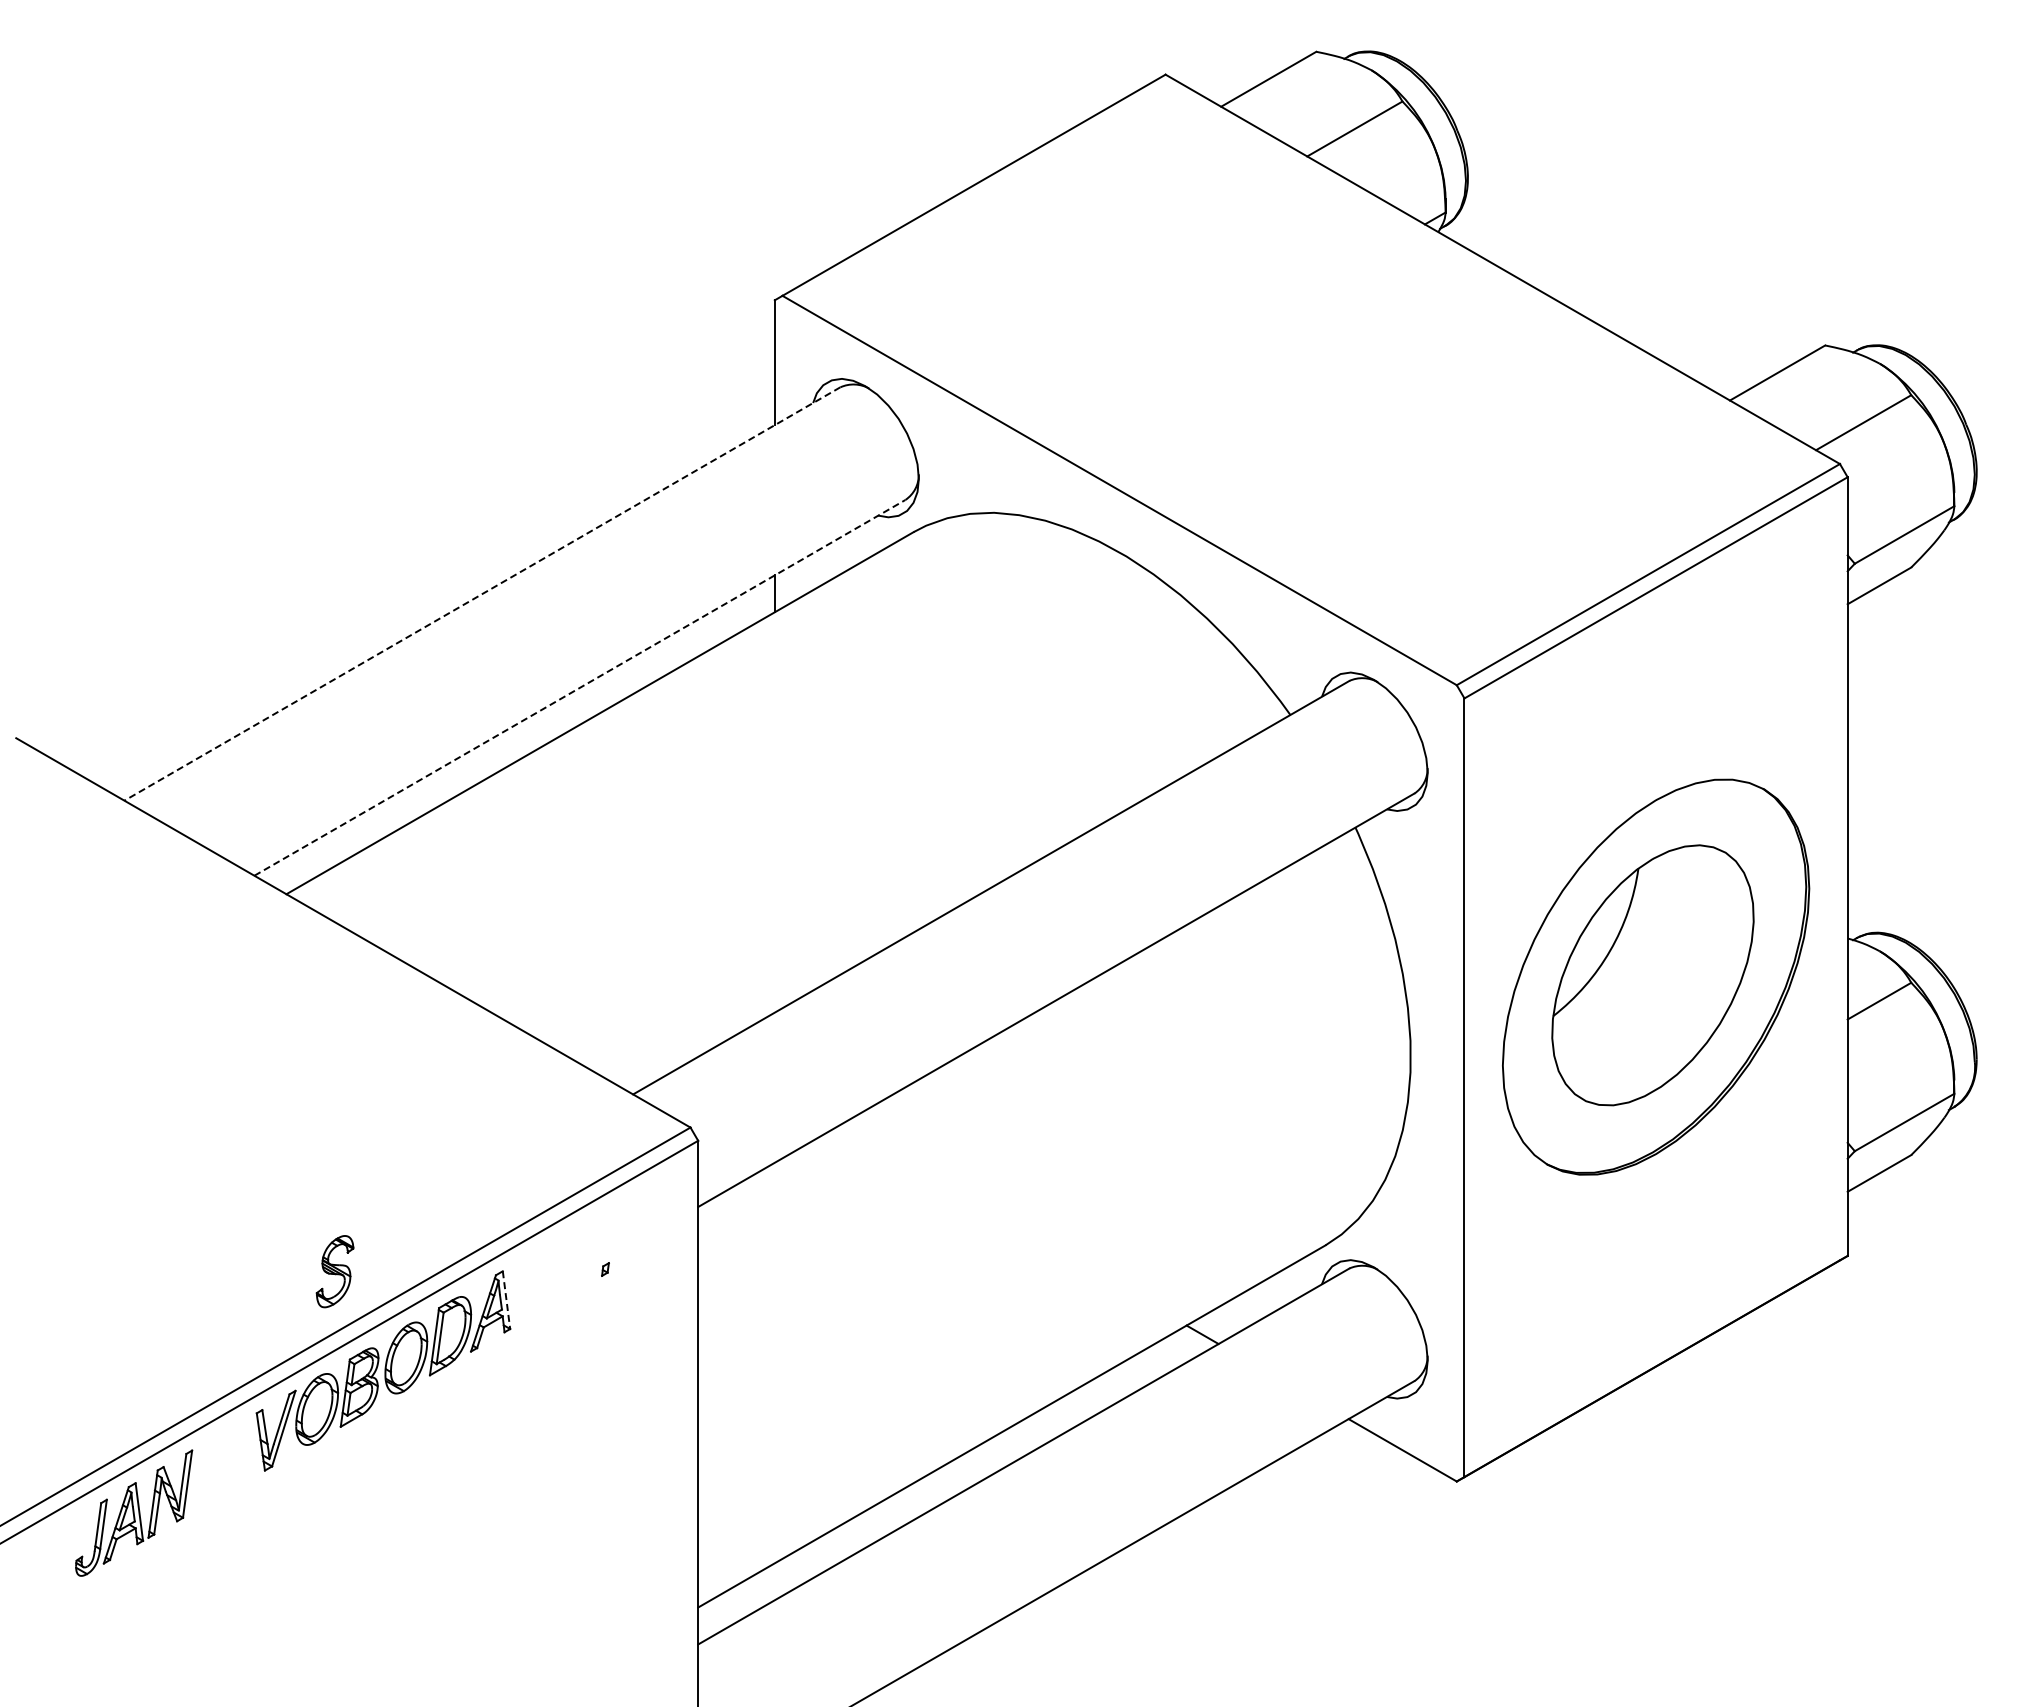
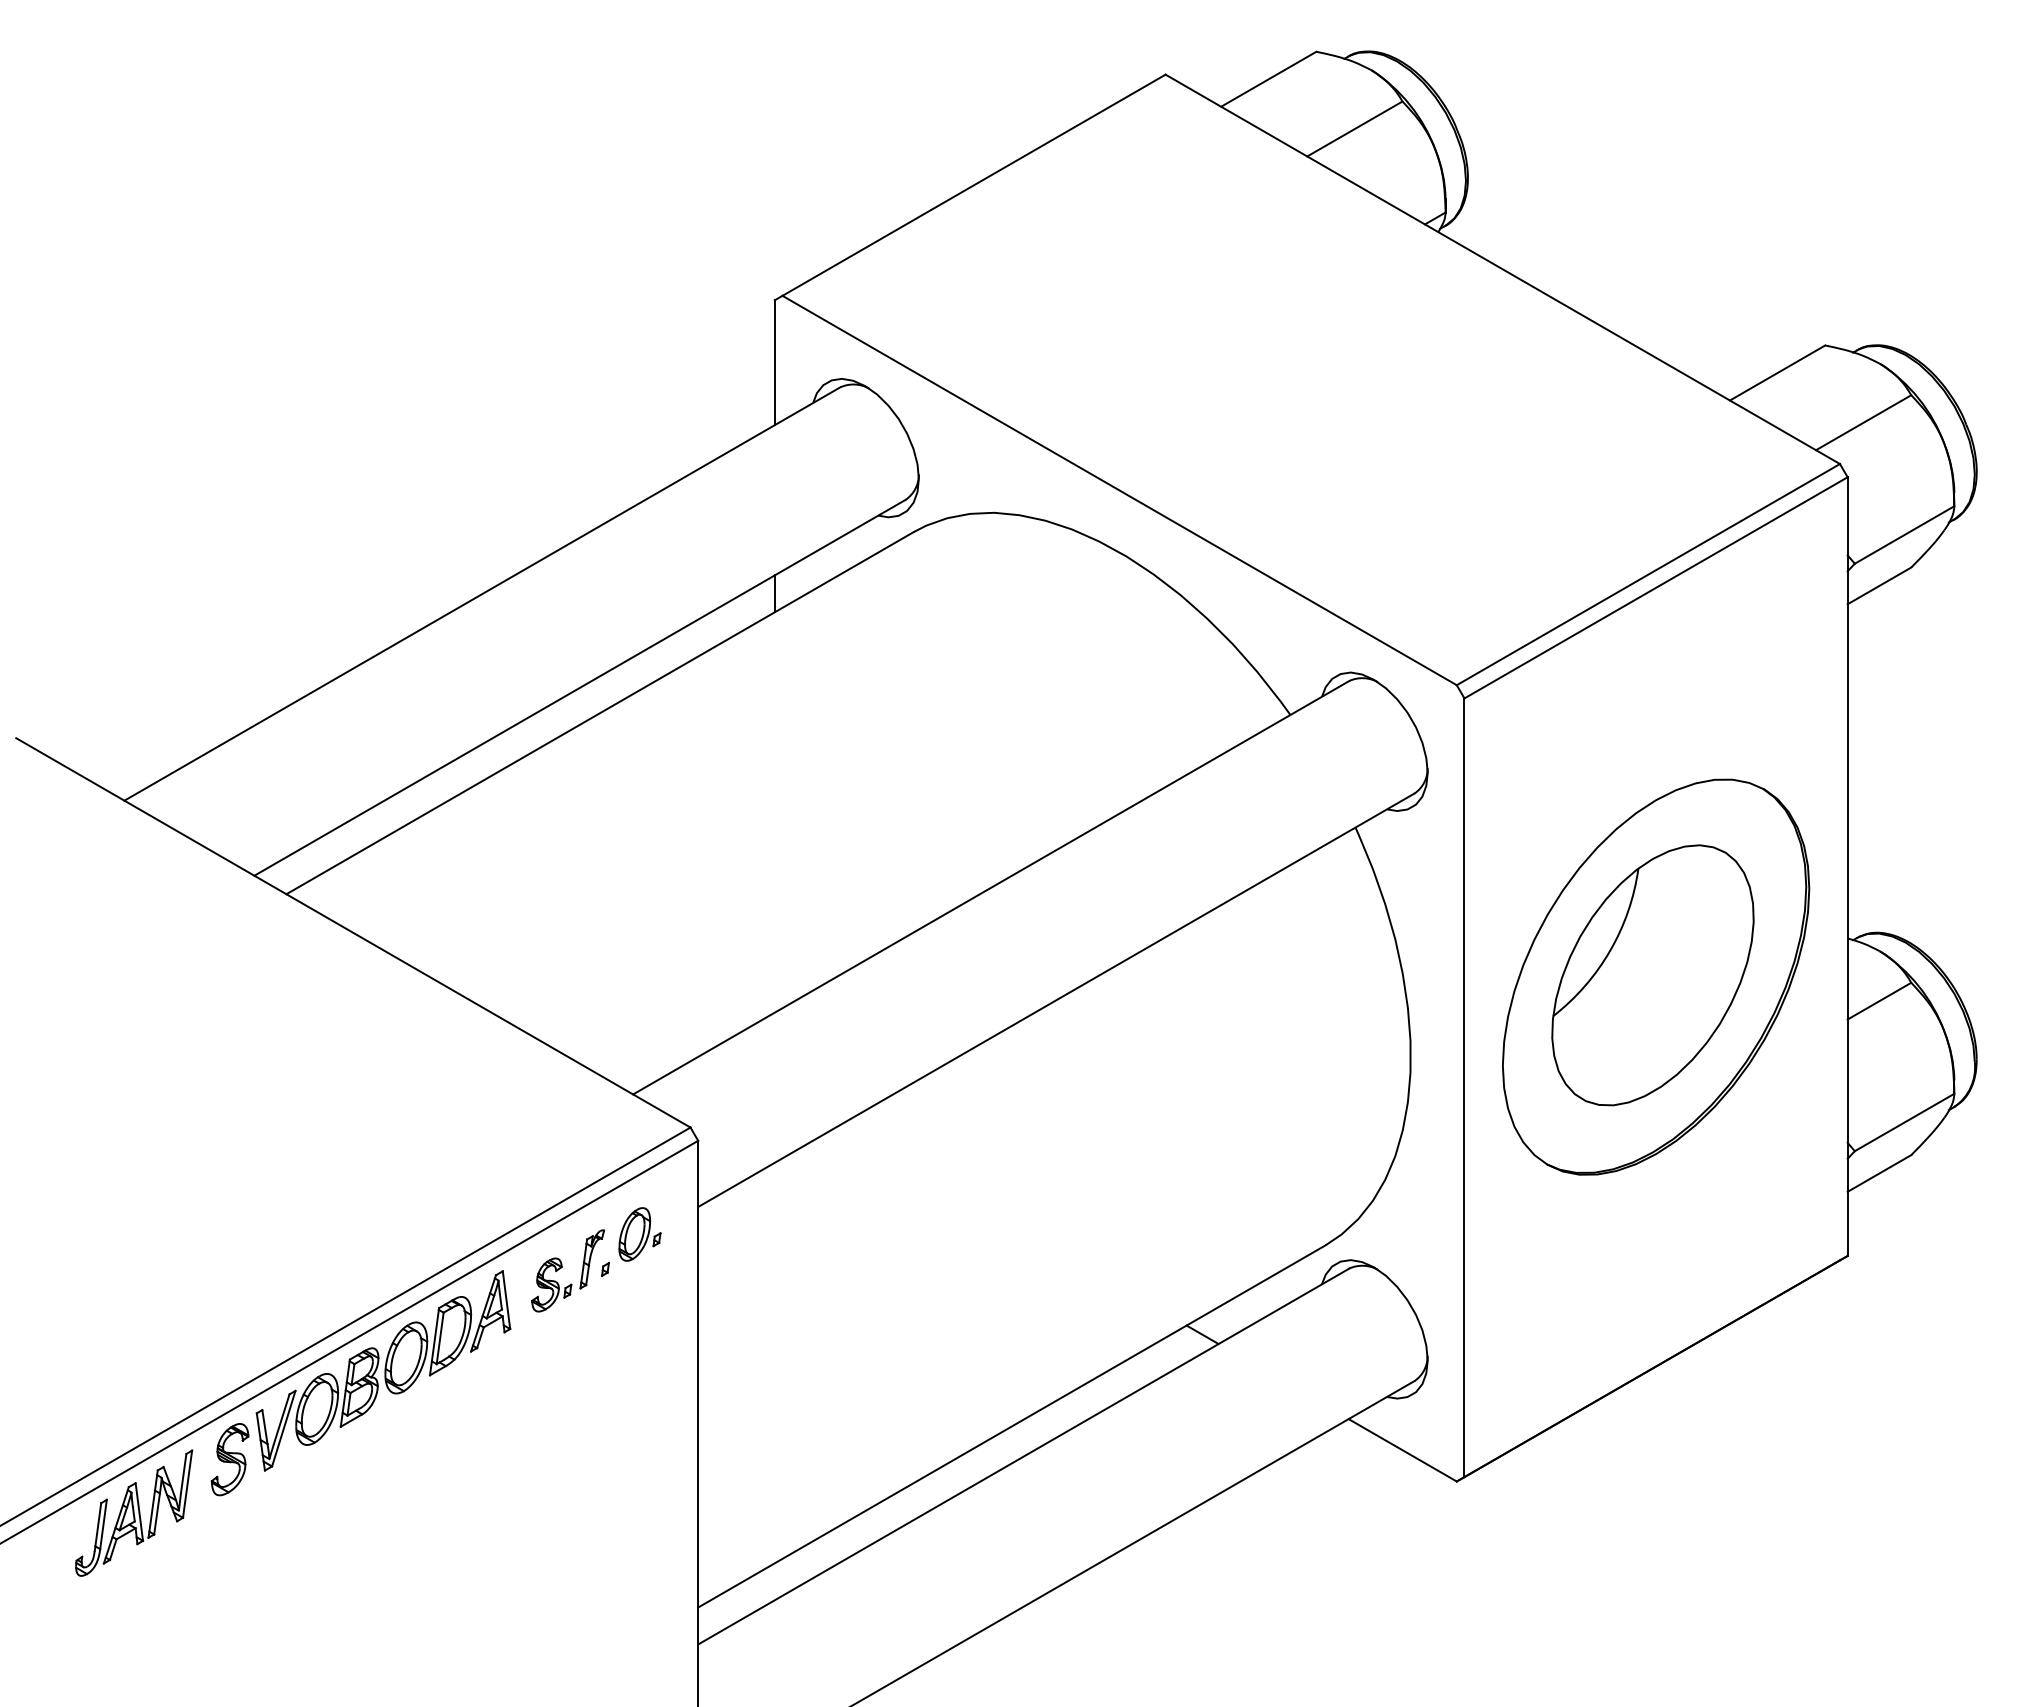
line at (481, 594): dashed -> solid
line at (579, 687): dashed -> solid
part at (639, 1234): none -> present
part at (562, 1267): none -> present
part at (334, 1271) position: (334, 1271) -> (229, 1459)
line at (506, 1300): dashed -> solid
